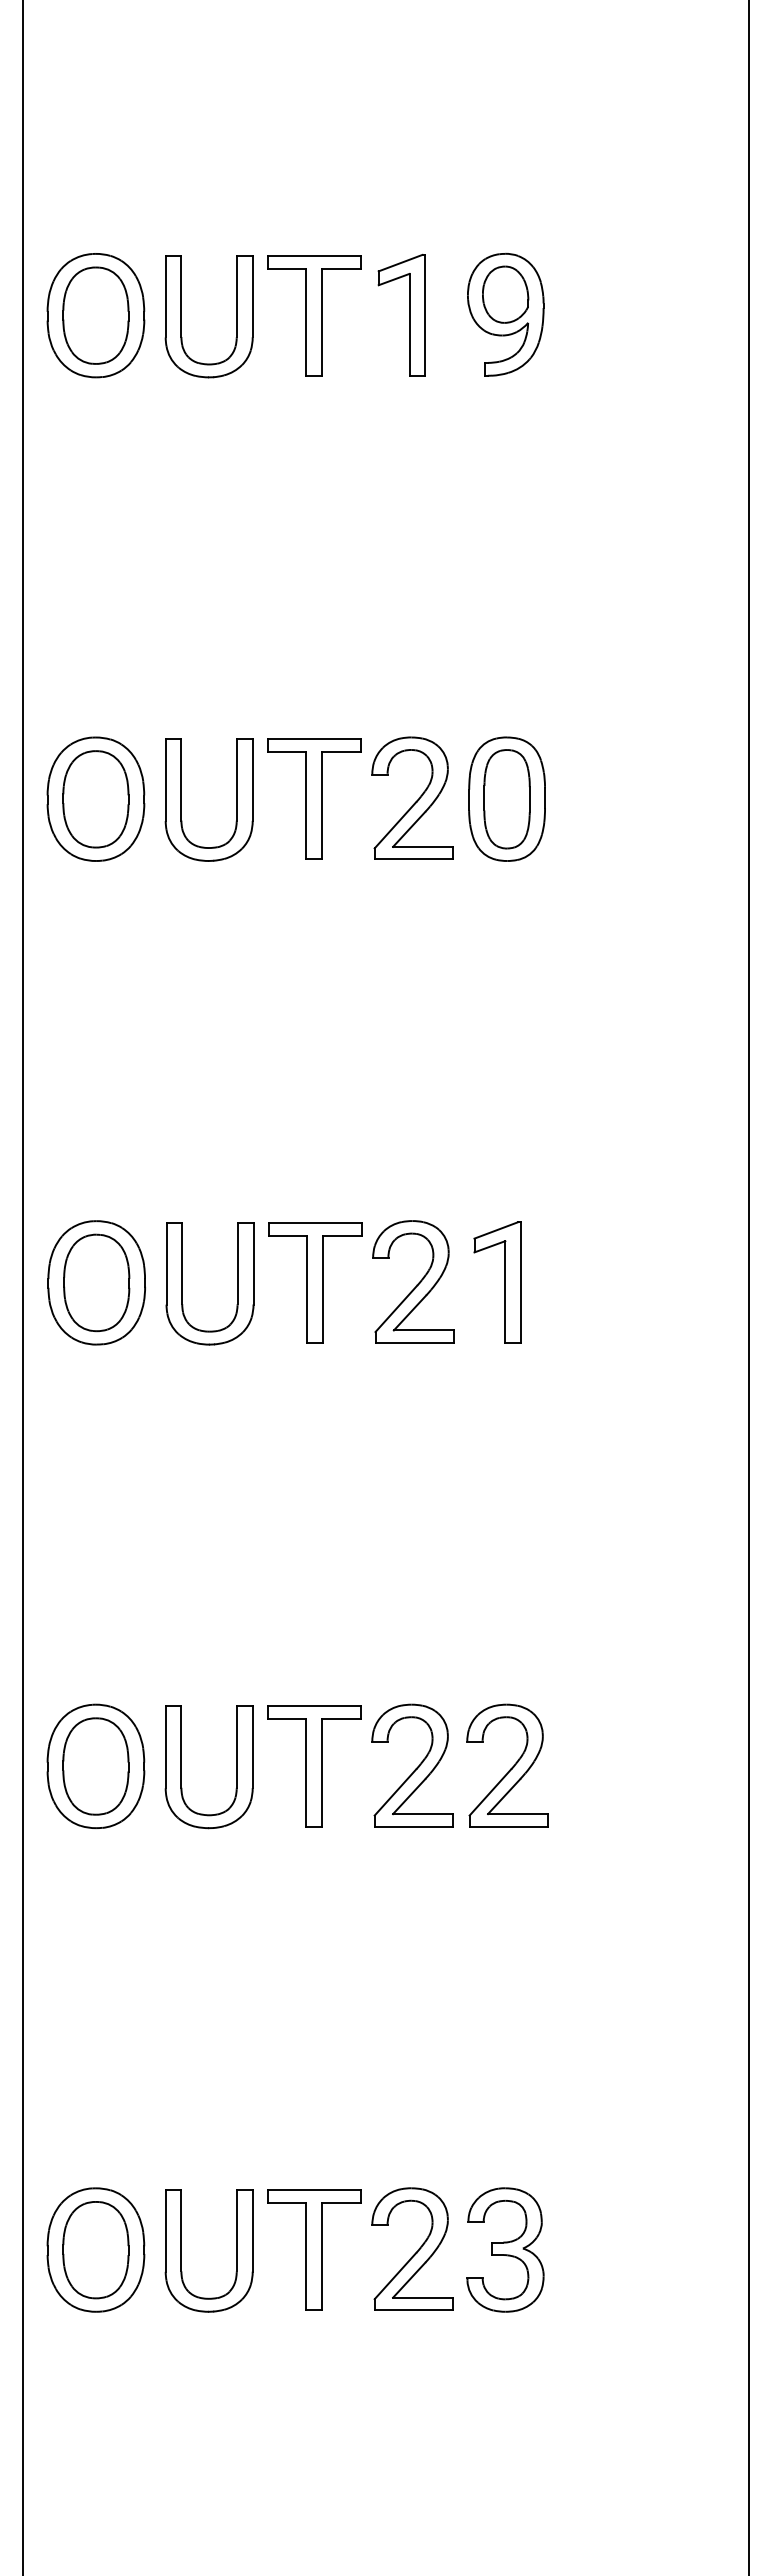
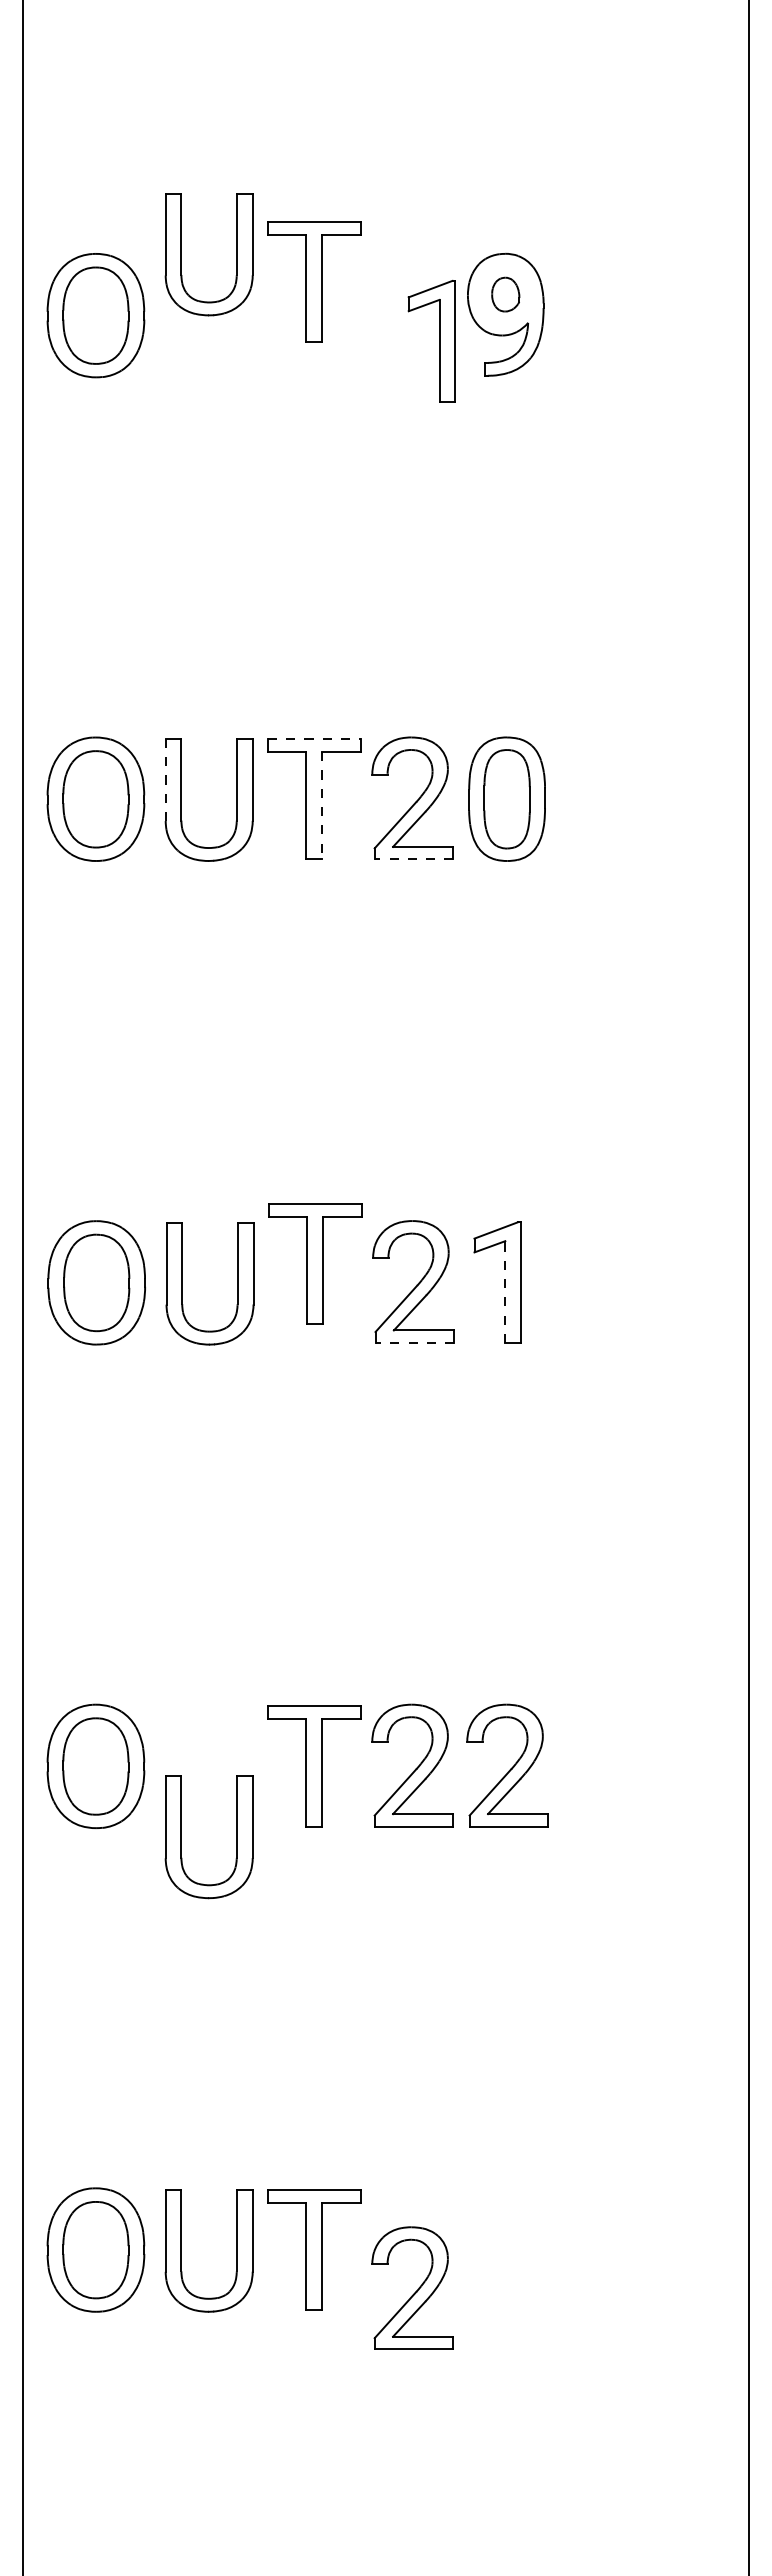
part at (505, 294) size: 48x59 px -> 30x37 px
part at (409, 314) position: (409, 314) -> (439, 340)
part at (314, 315) position: (314, 315) -> (314, 281)
part at (181, 316) position: (181, 316) -> (181, 254)
line at (314, 739): solid -> dashed
line at (165, 780): solid -> dashed
line at (322, 805): solid -> dashed
line at (413, 859): solid -> dashed
part at (315, 1282) position: (315, 1282) -> (315, 1263)
line at (505, 1292): solid -> dashed
line at (414, 1342): solid -> dashed
part at (181, 1767) position: (181, 1767) -> (181, 1837)
part at (412, 2248) position: (412, 2248) -> (412, 2287)
part at (505, 2249): present -> none
